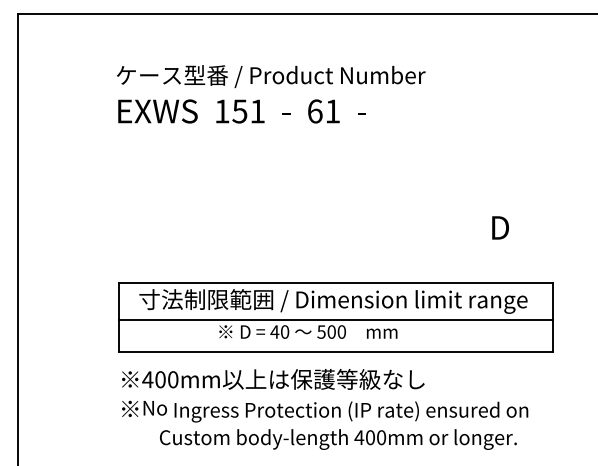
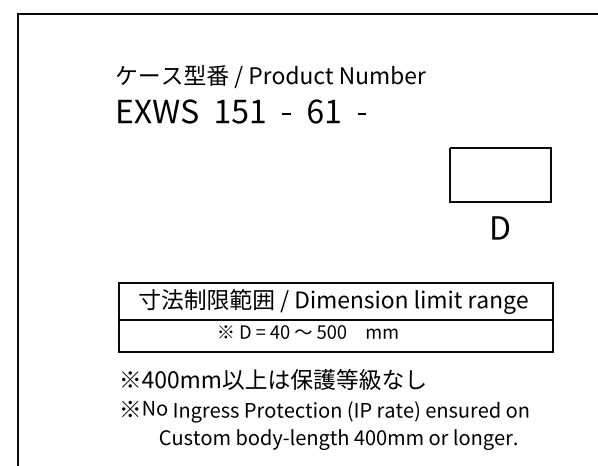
part at (500, 174): none -> present
